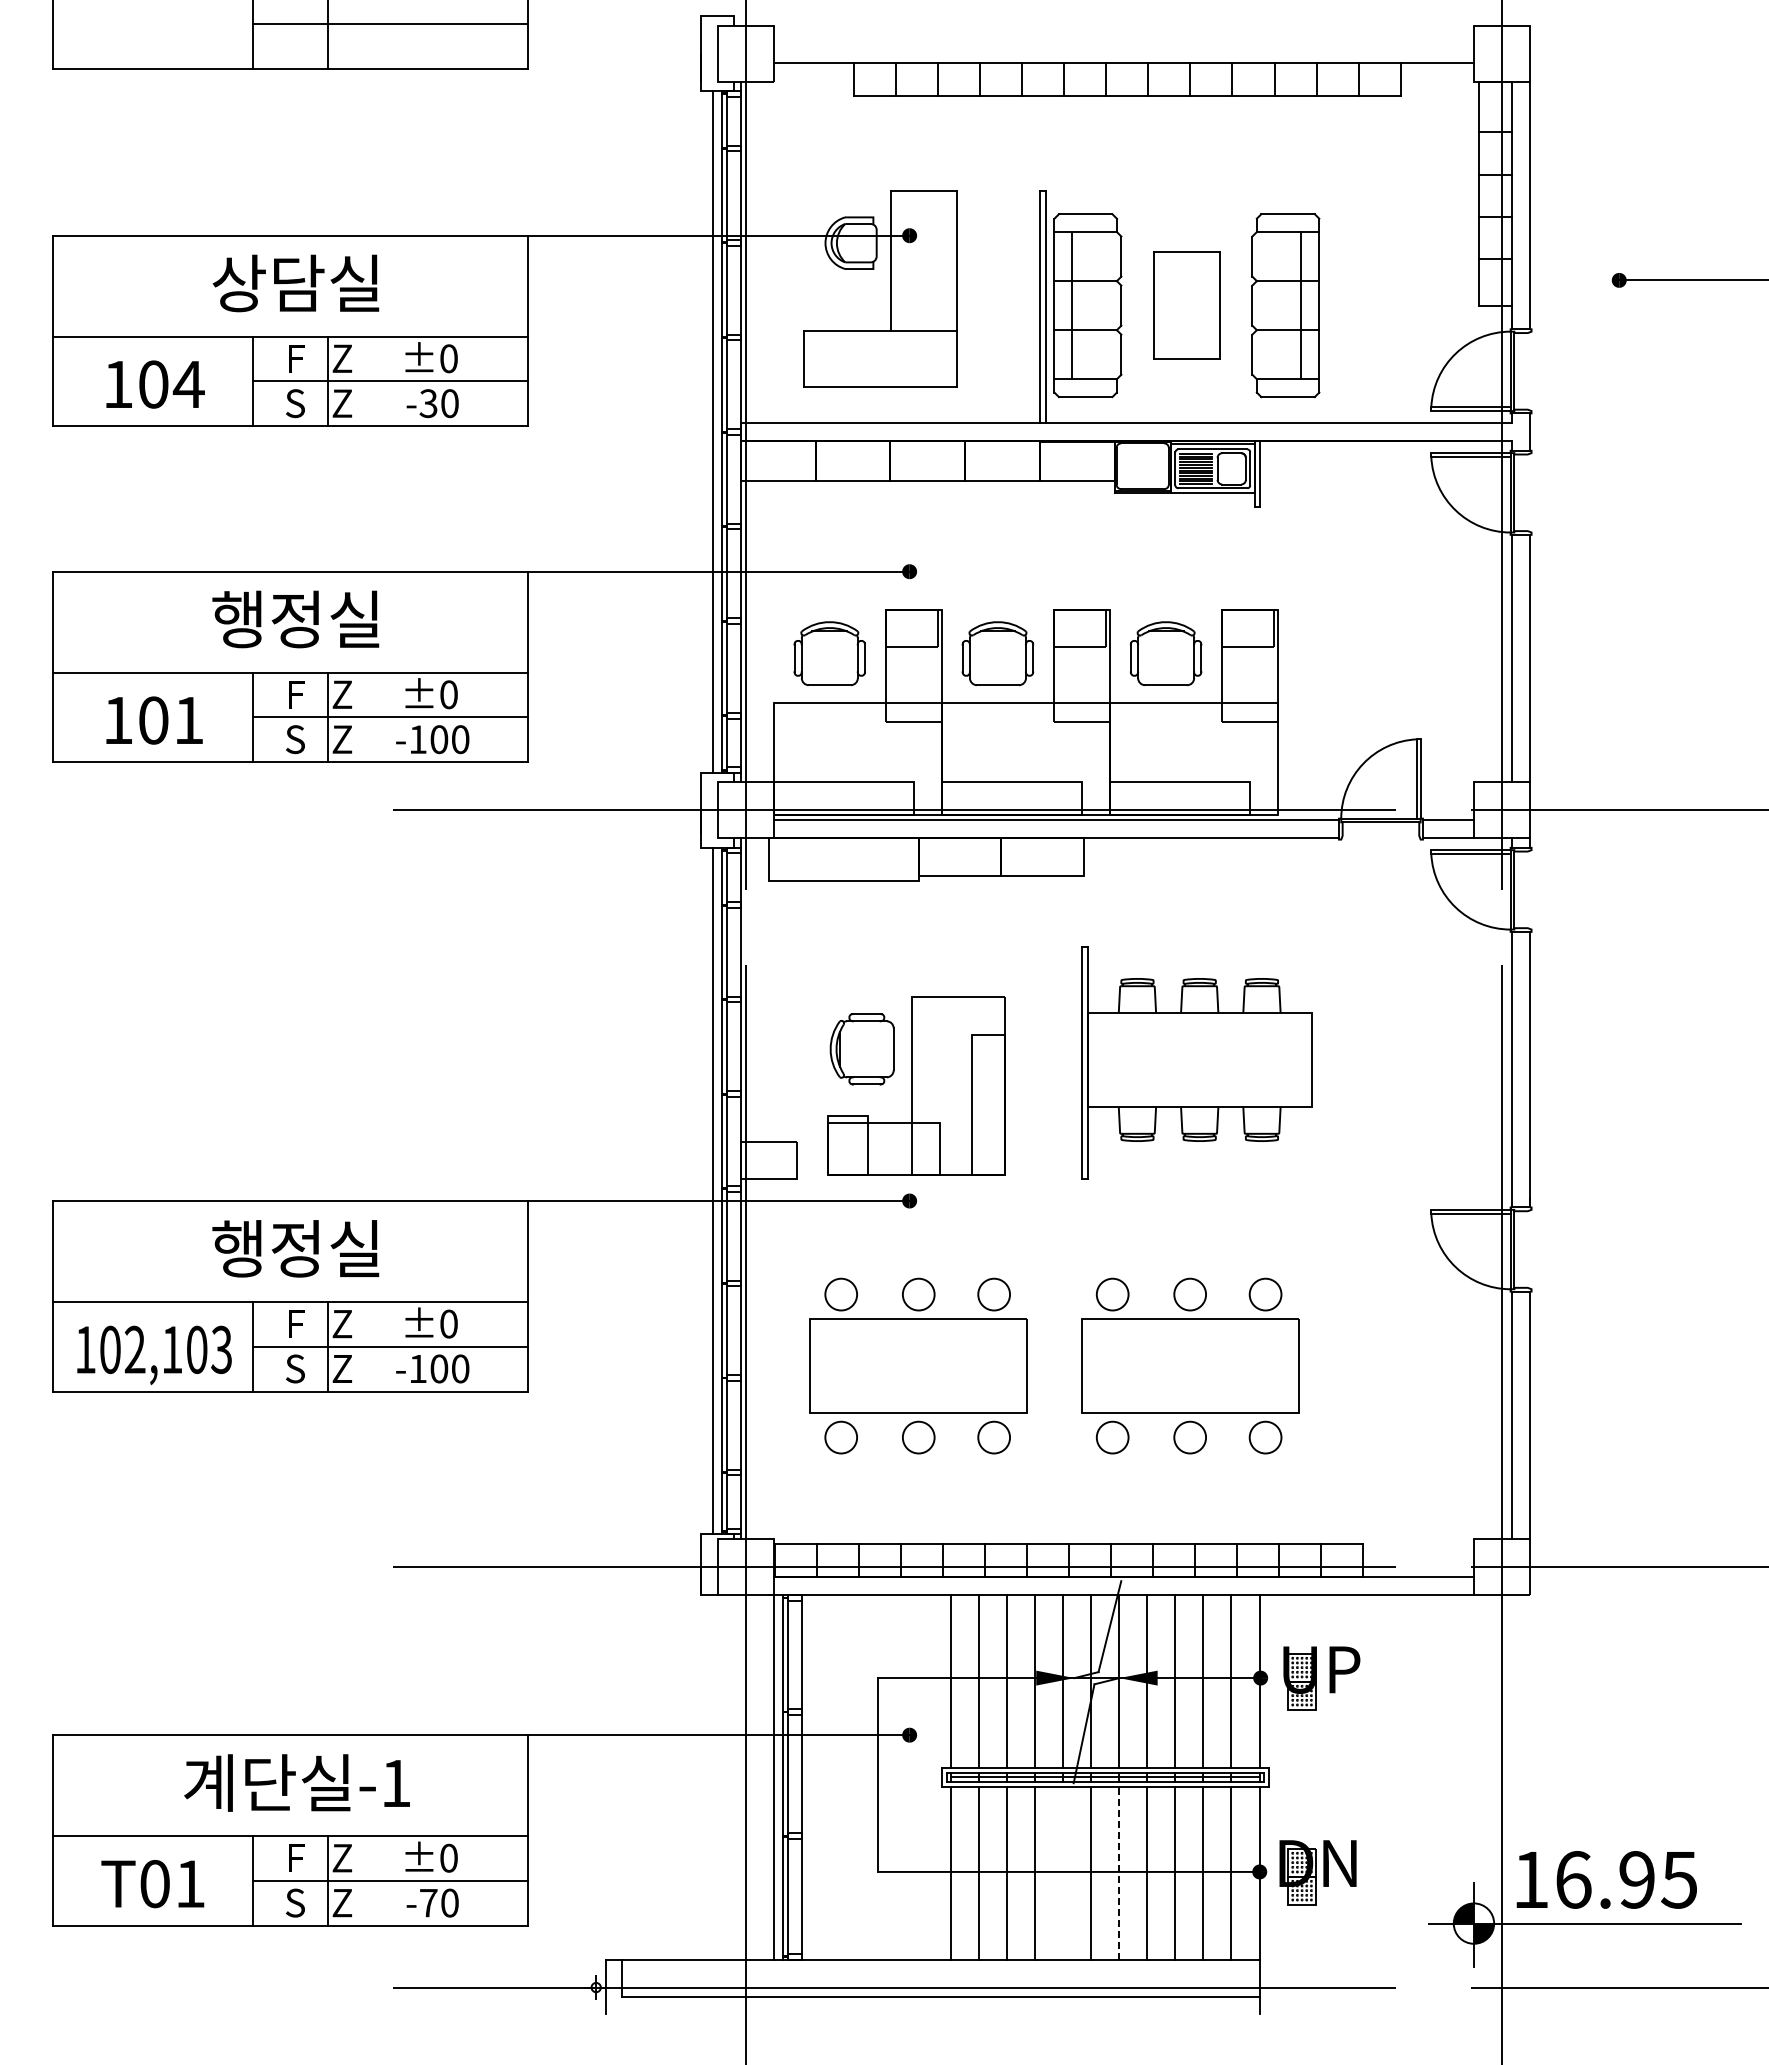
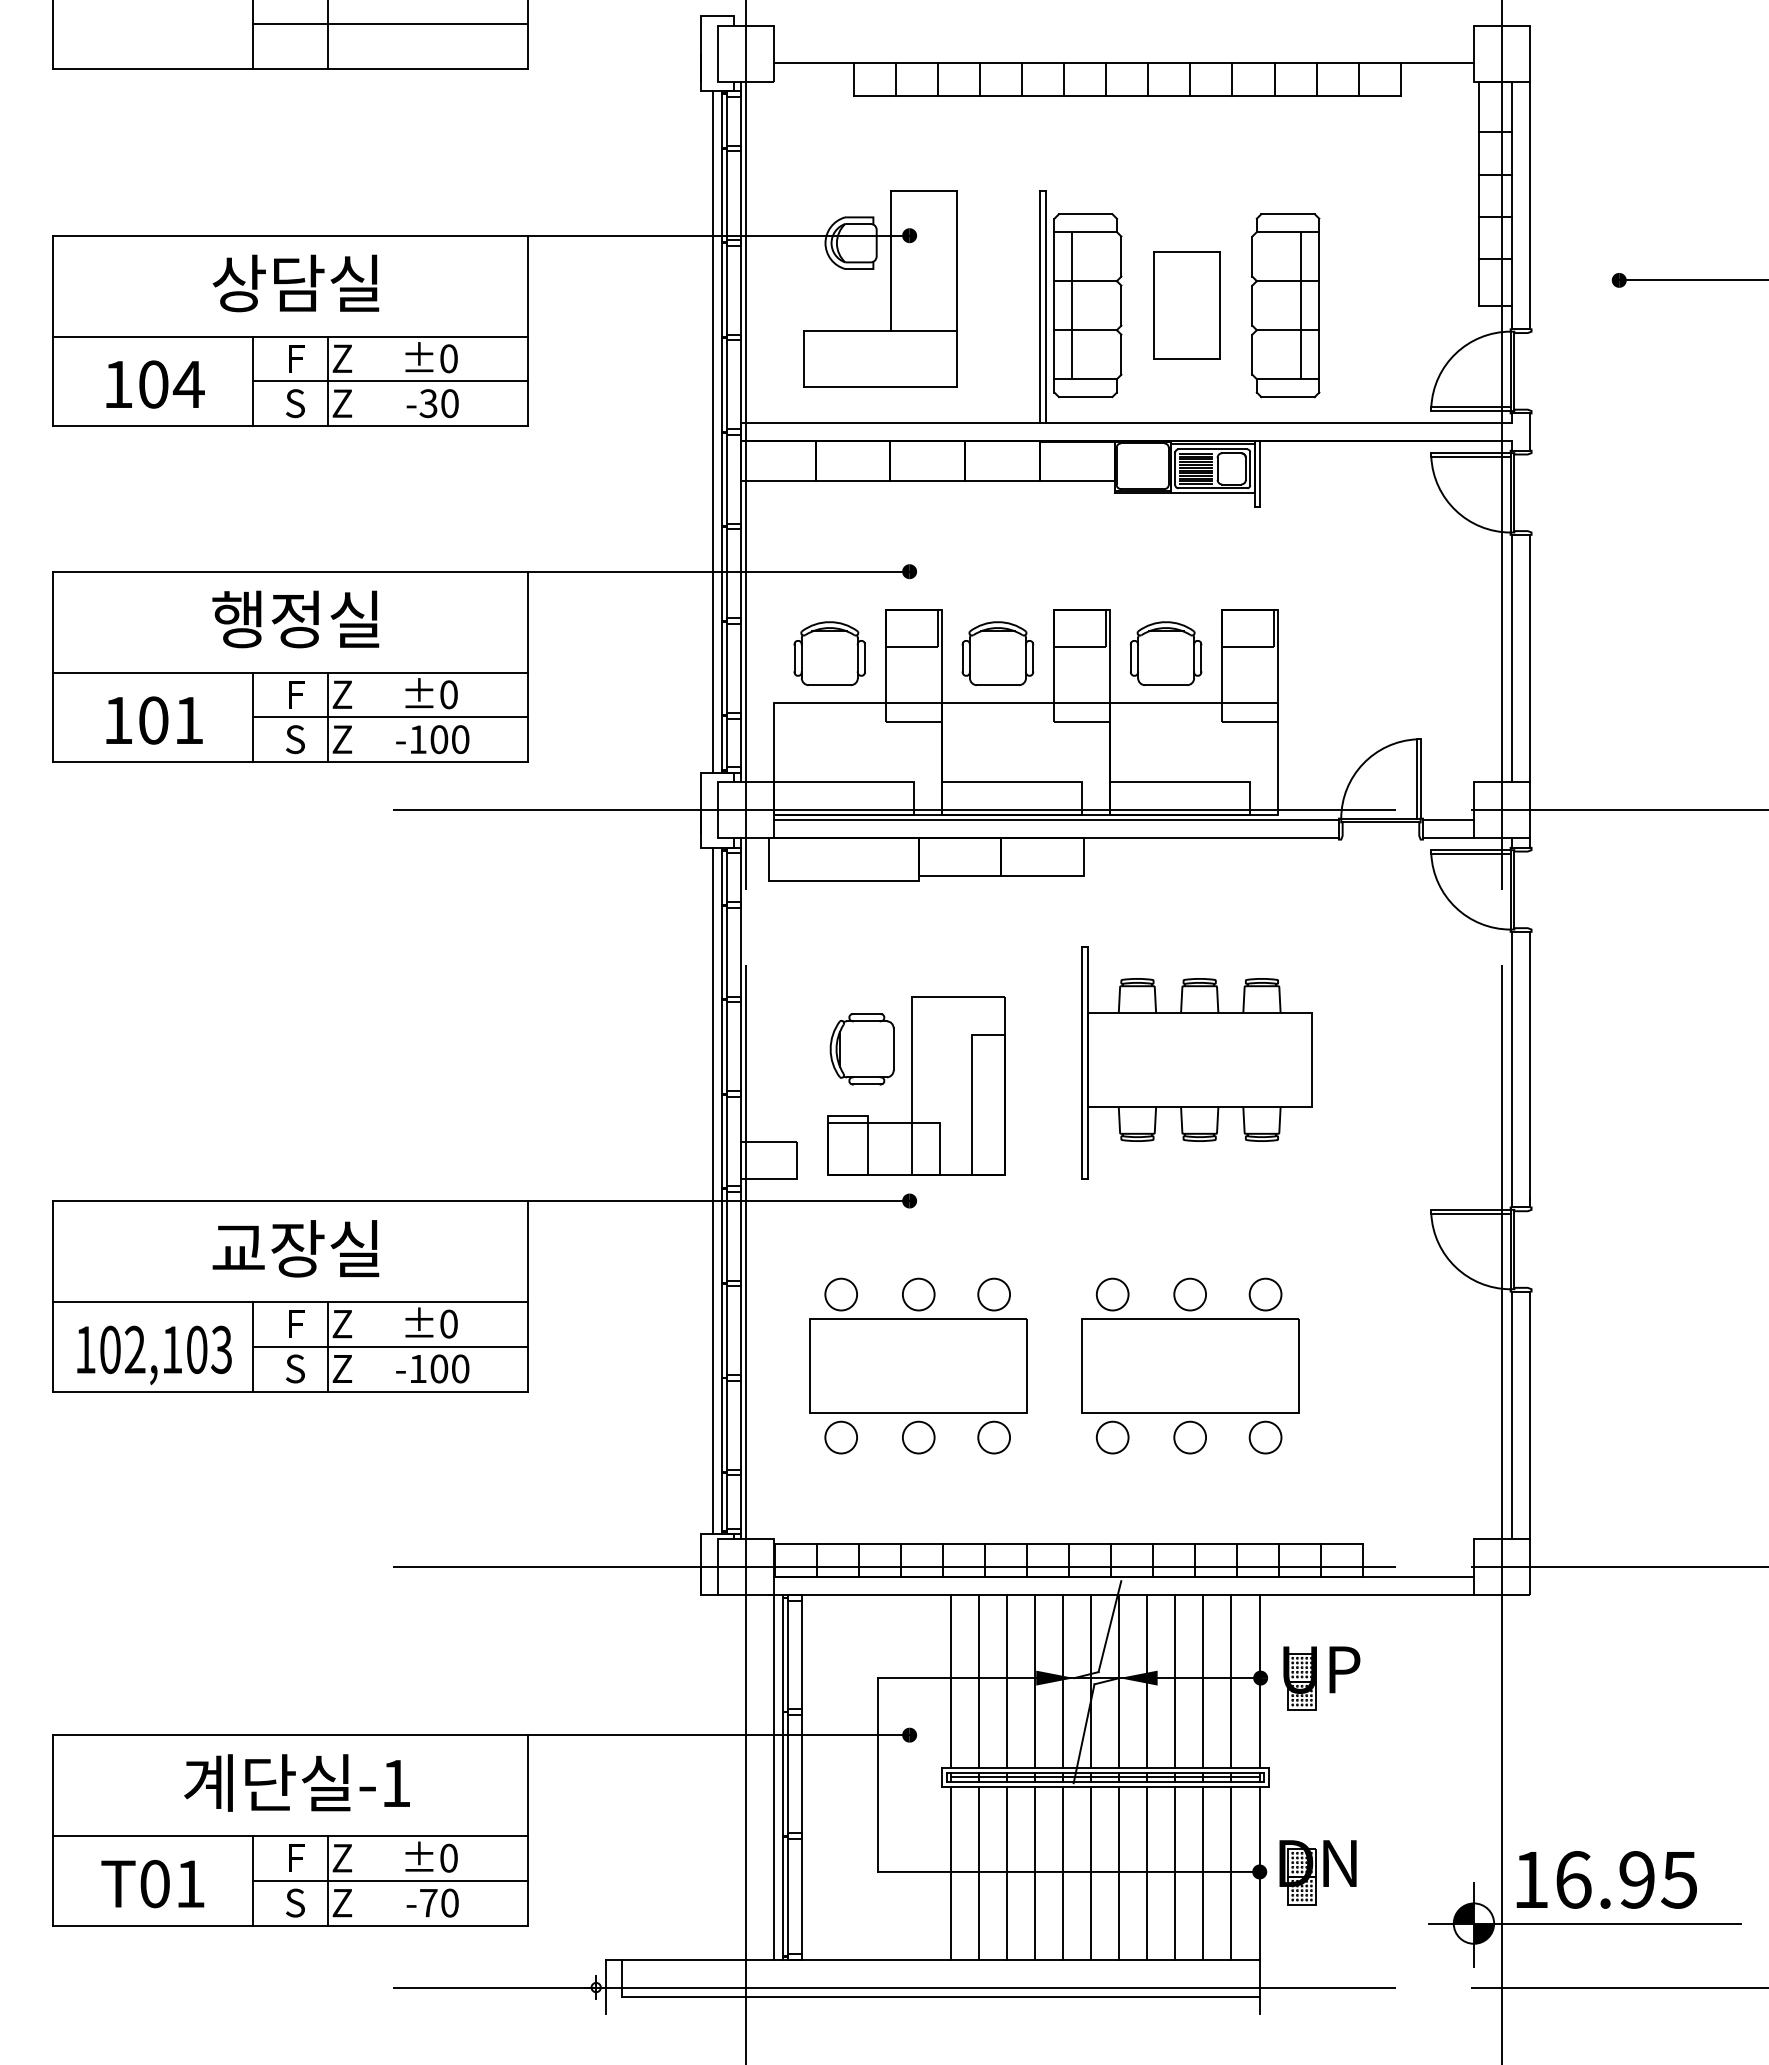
text at (268, 1248): 행정실 -> 교장실
line at (1063, 1872): none -> present
line at (1119, 1872): dashed -> solid
